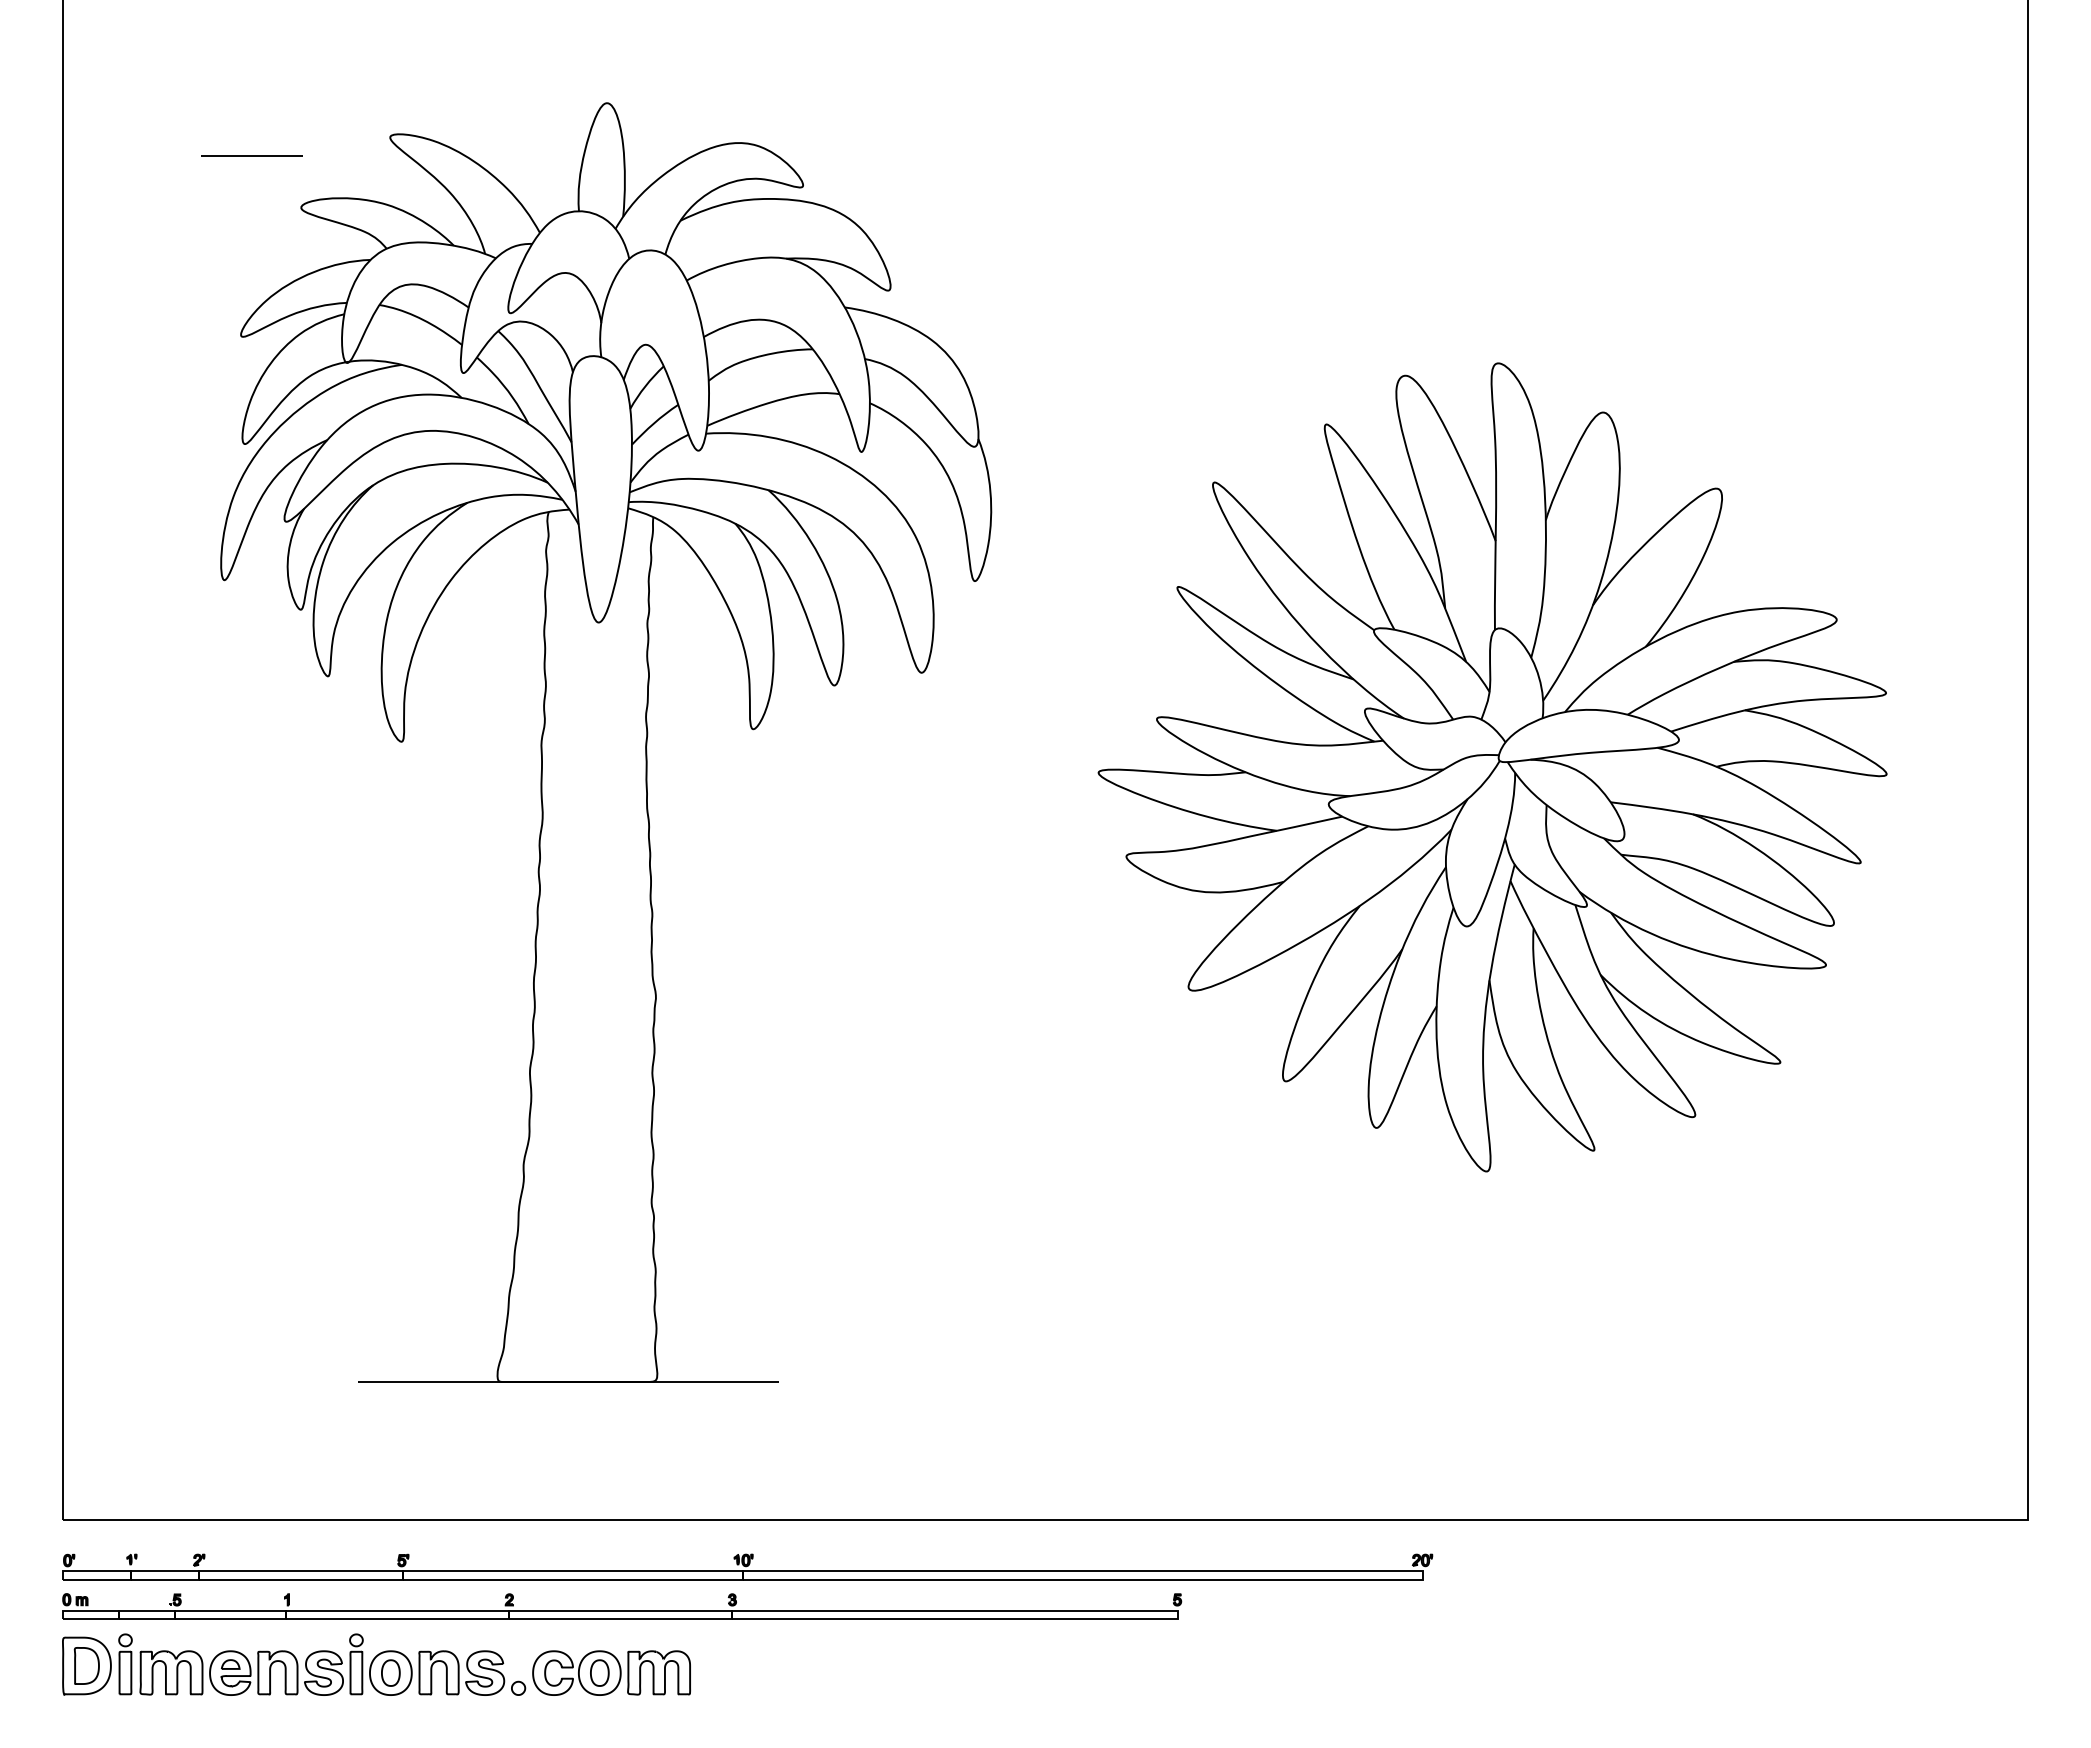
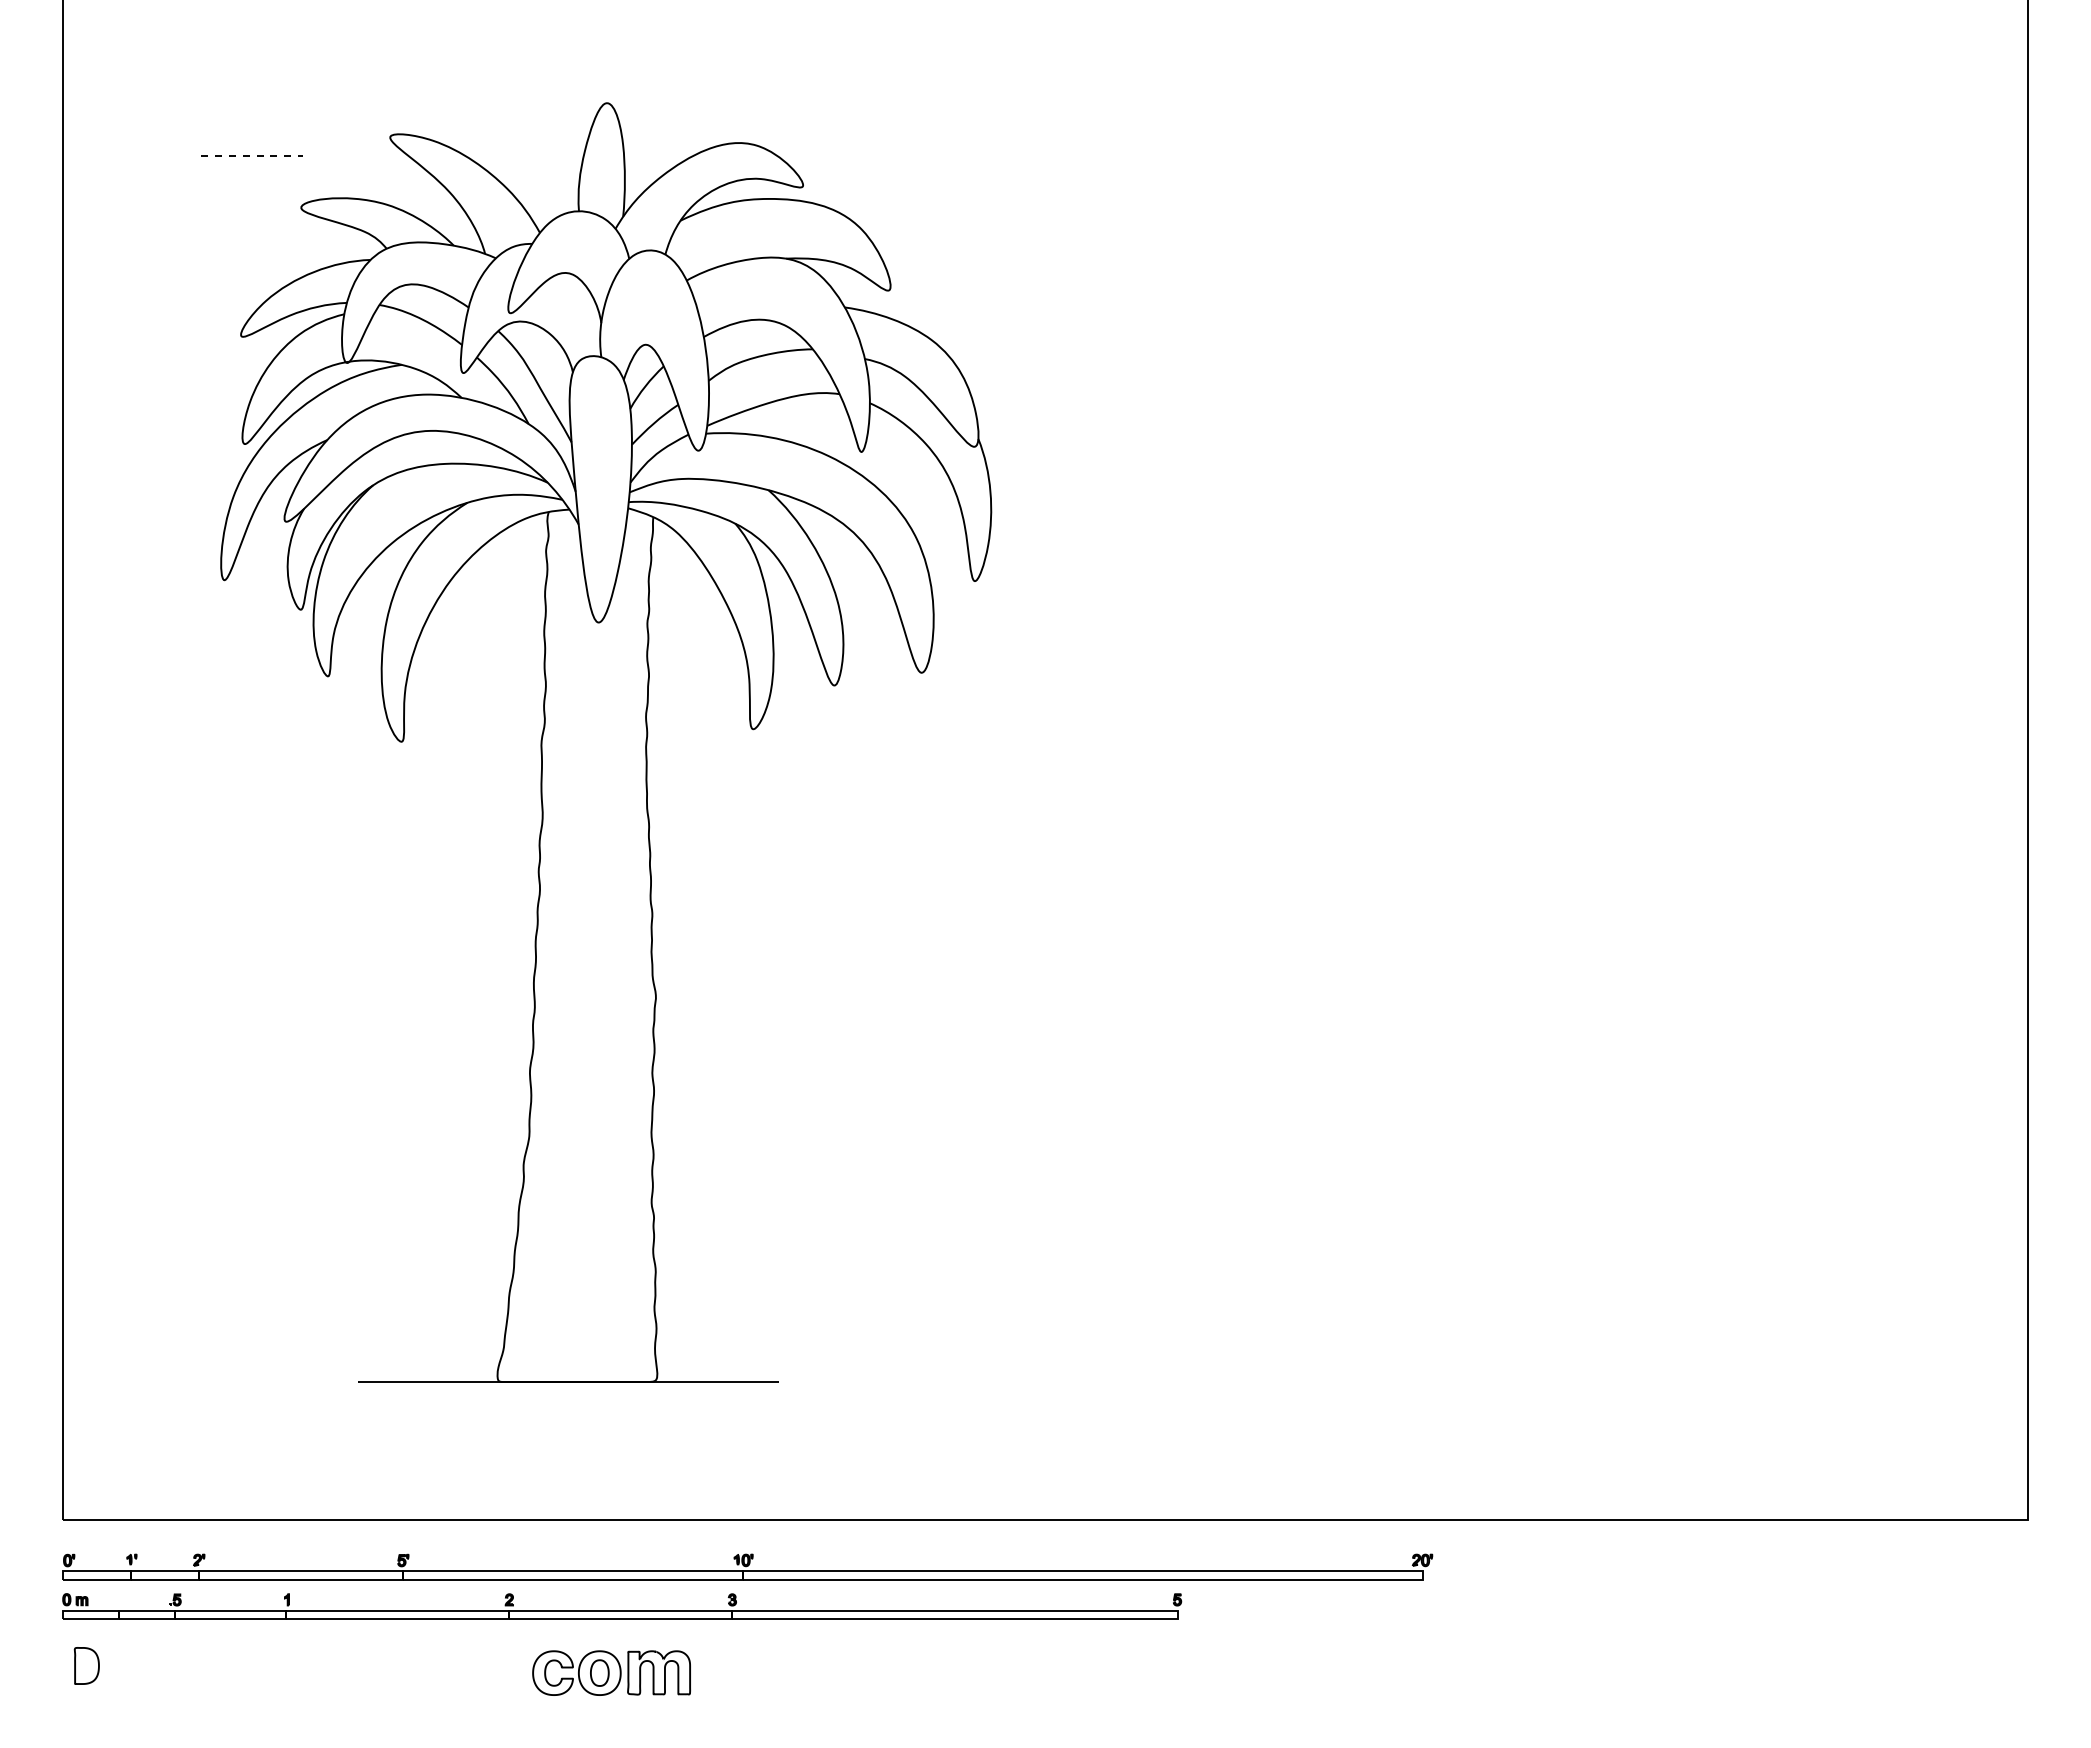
line at (252, 155): solid -> dashed
part at (1492, 767): present -> none
part at (294, 1664): present -> none
